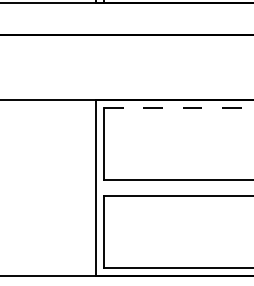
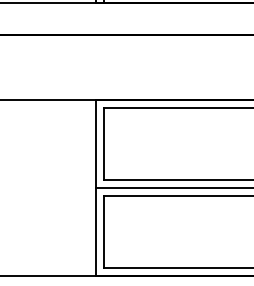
line at (178, 108): dashed -> solid
line at (172, 188): none -> present
